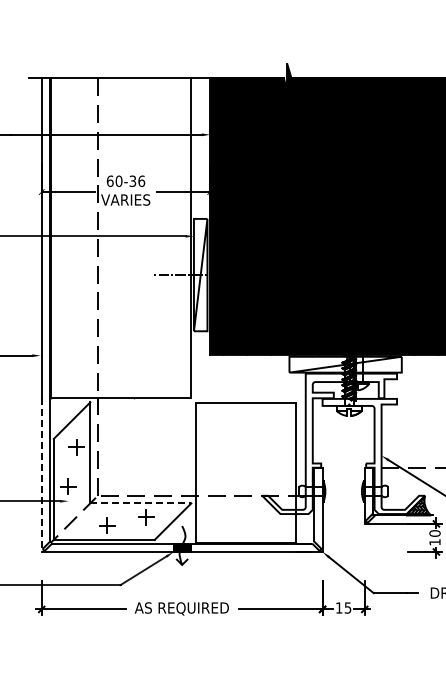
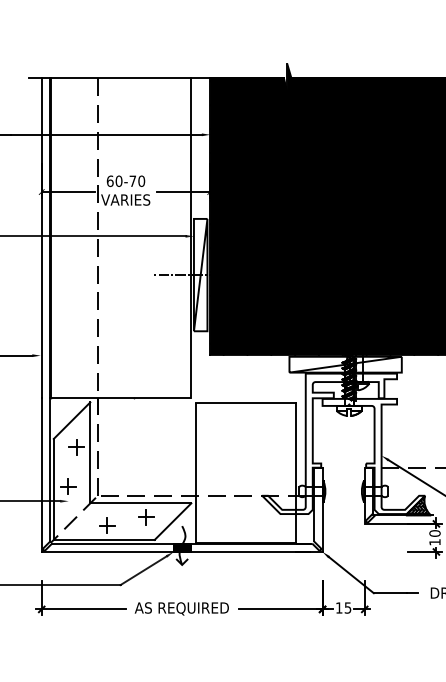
text at (137, 181): 60-36 -> 60-70
line at (41, 475): dashed -> solid
line at (141, 503): dashed -> solid
